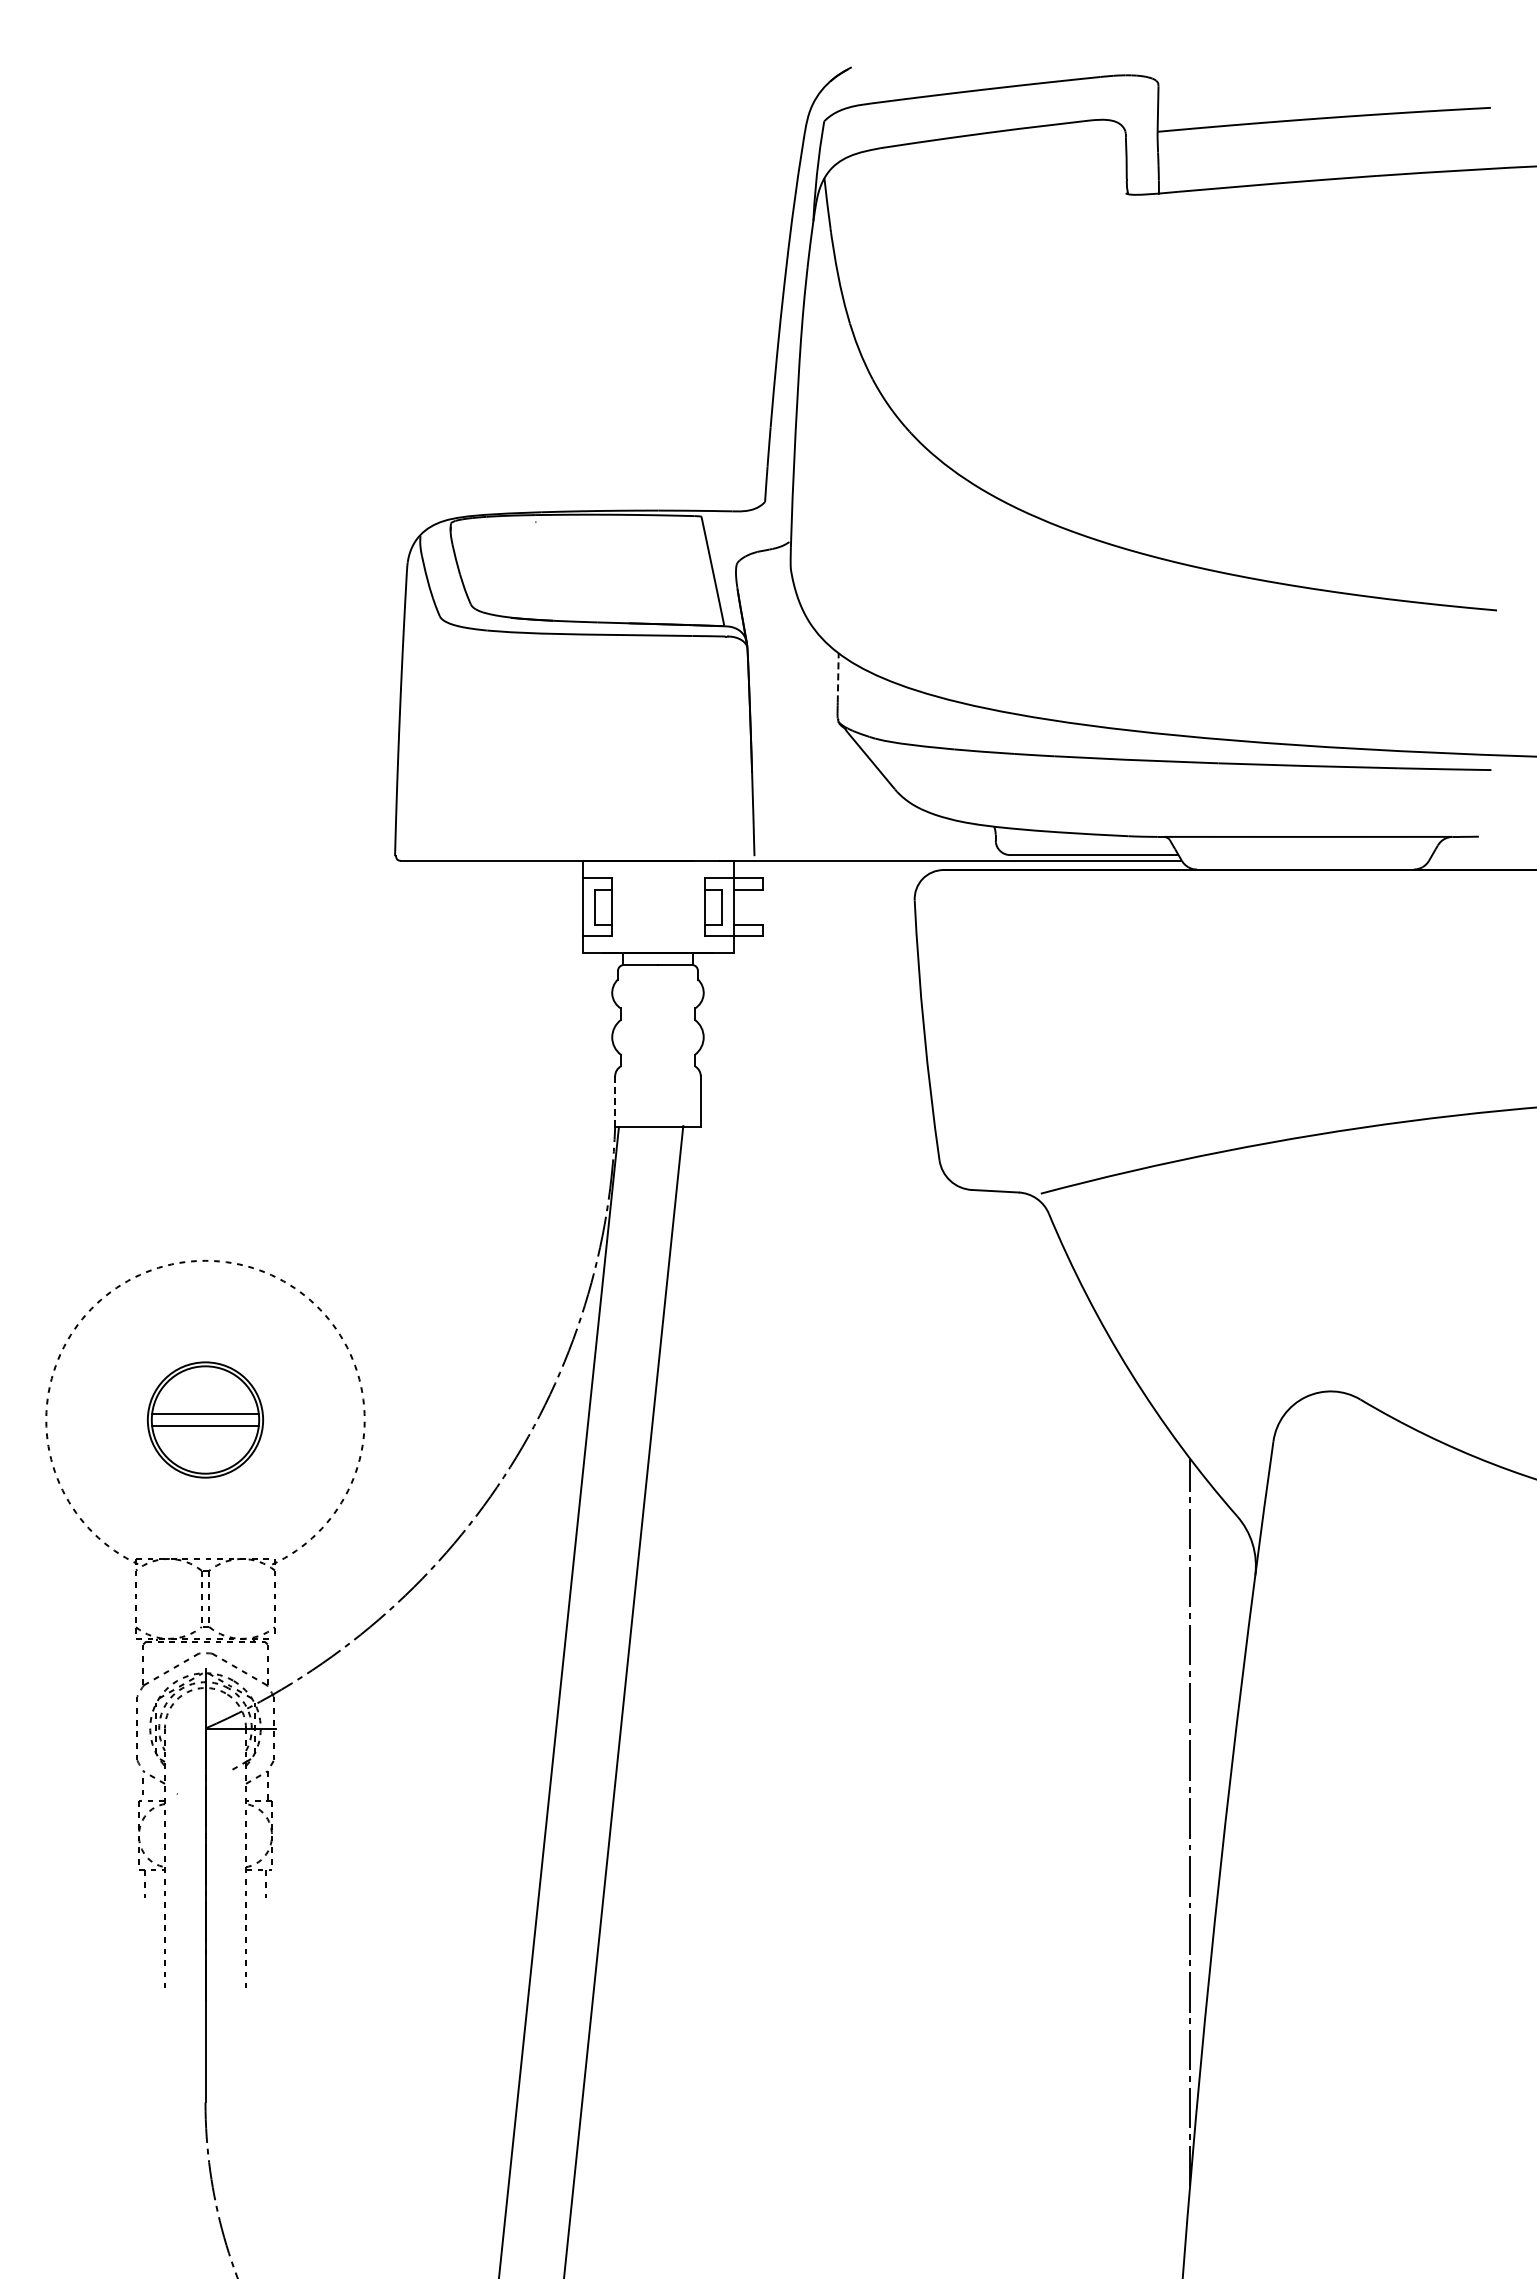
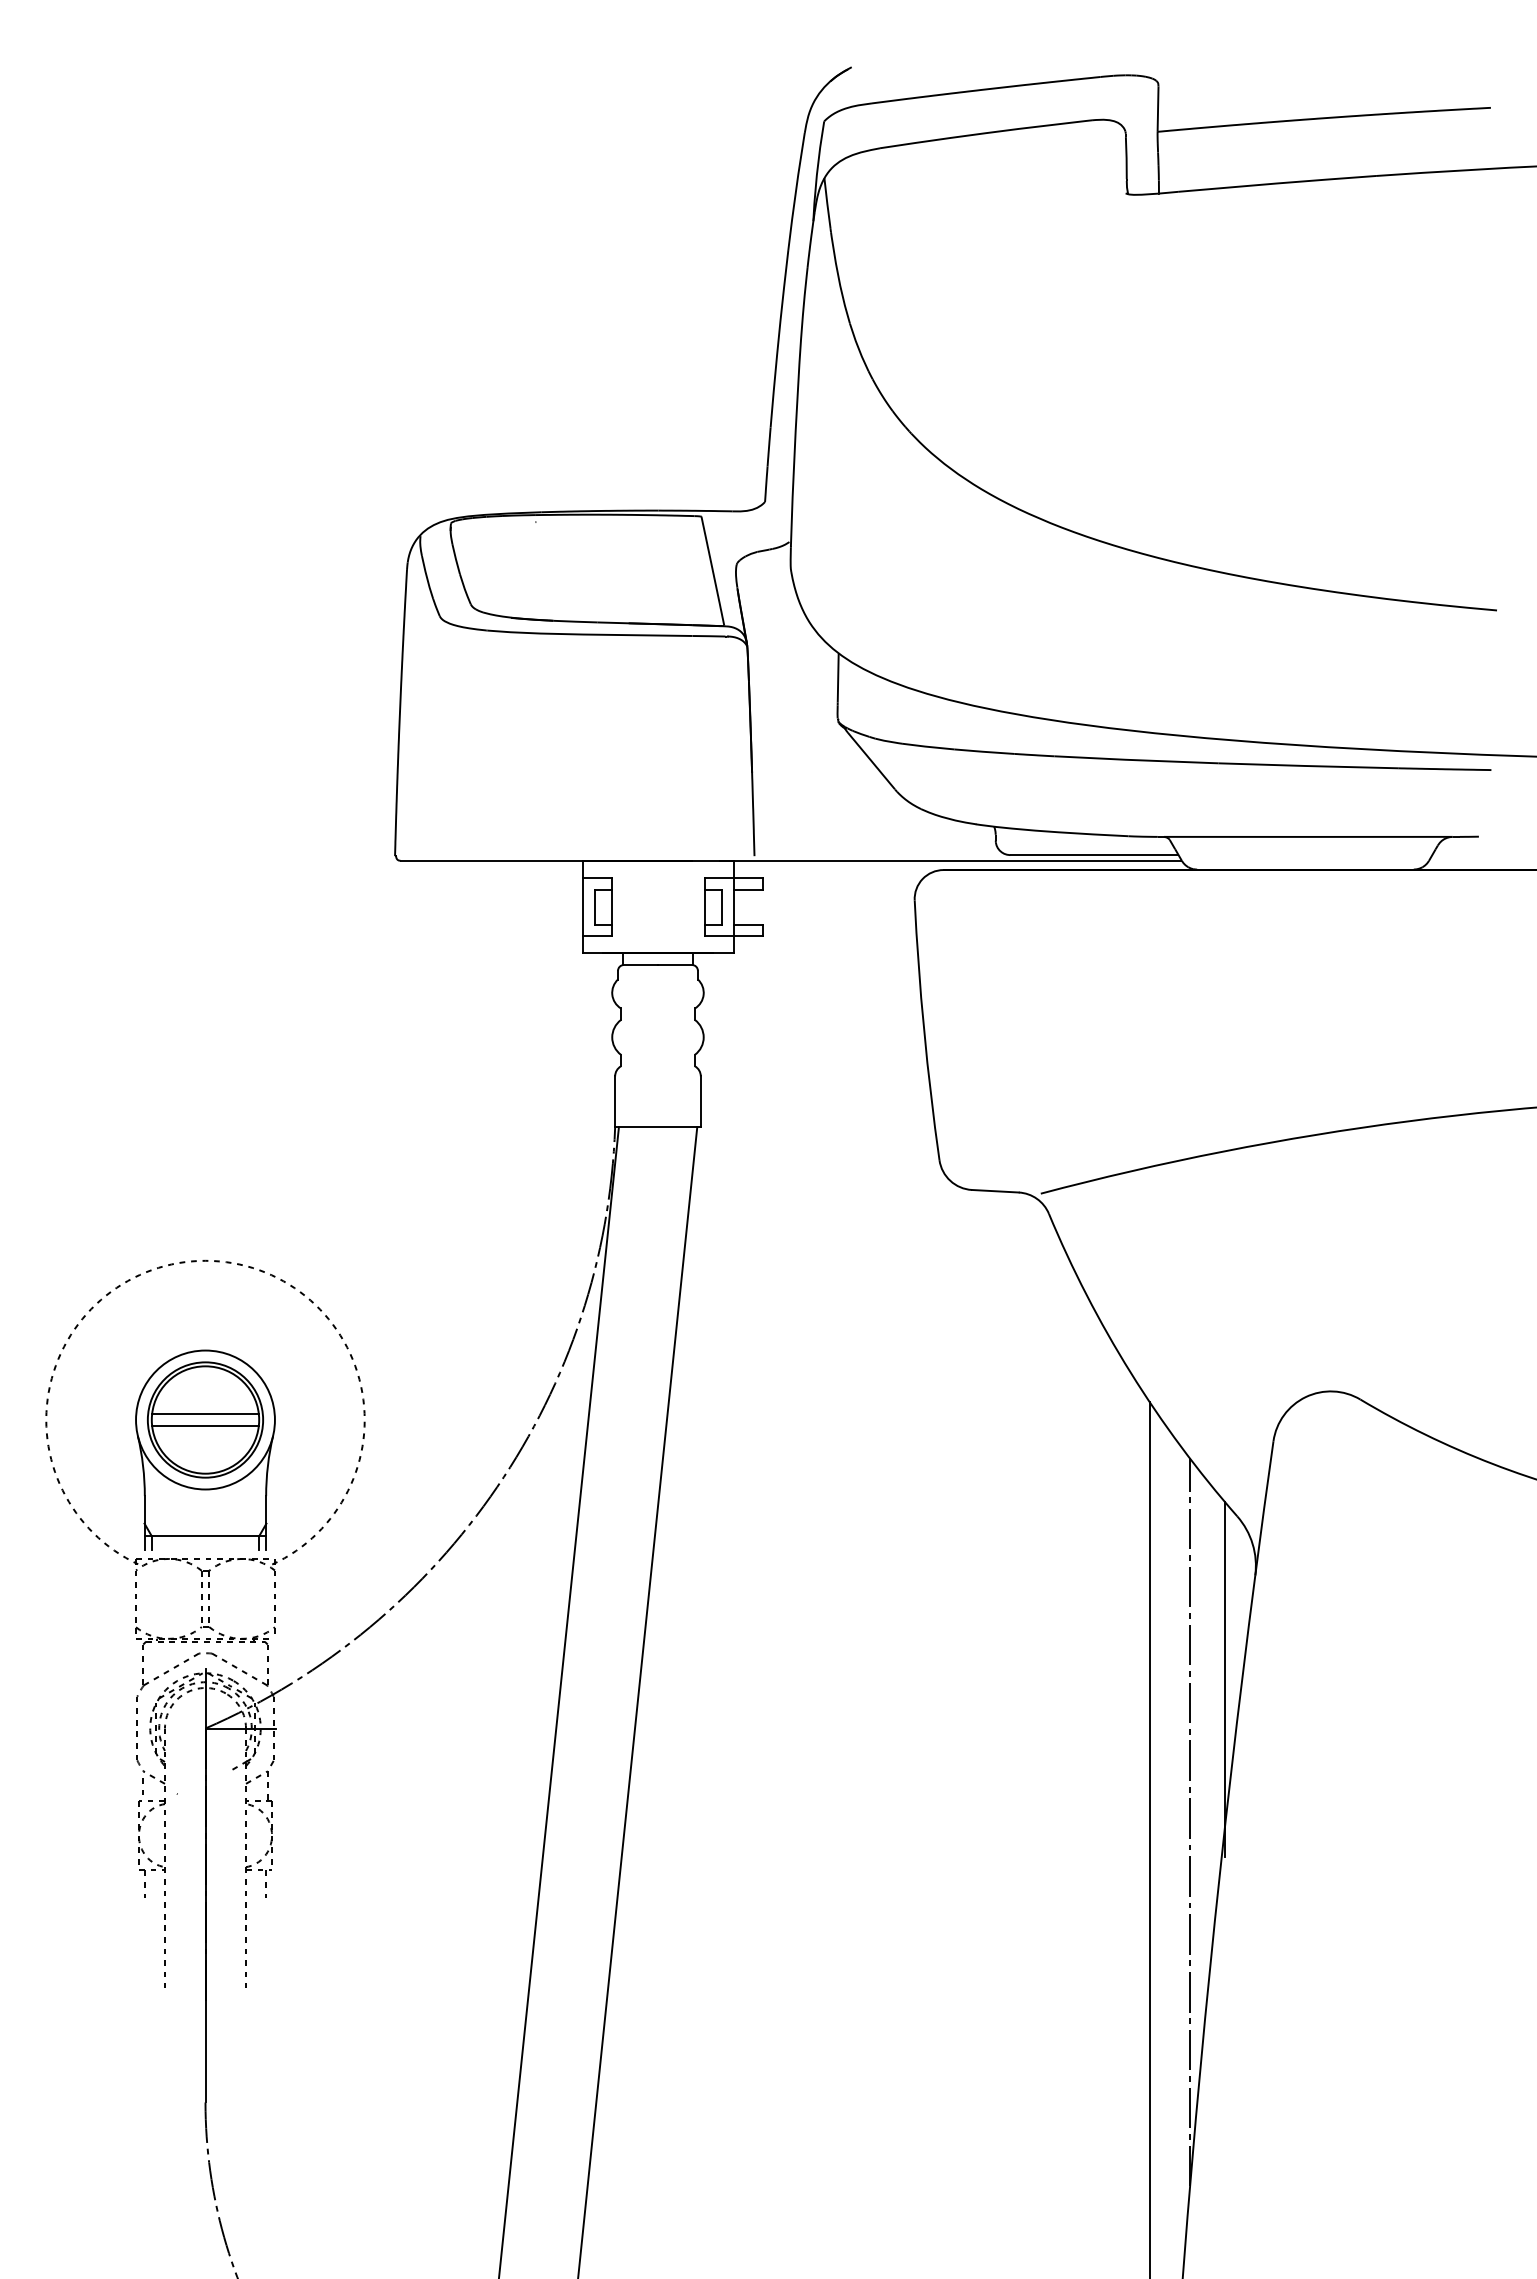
line at (838, 677): dashed -> solid
line at (615, 1101): dashed -> solid
part at (205, 1449): none -> present
line at (1224, 1678): none -> present
line at (623, 1700) position: (623, 1700) -> (637, 1701)
line at (1149, 1838): none -> present
